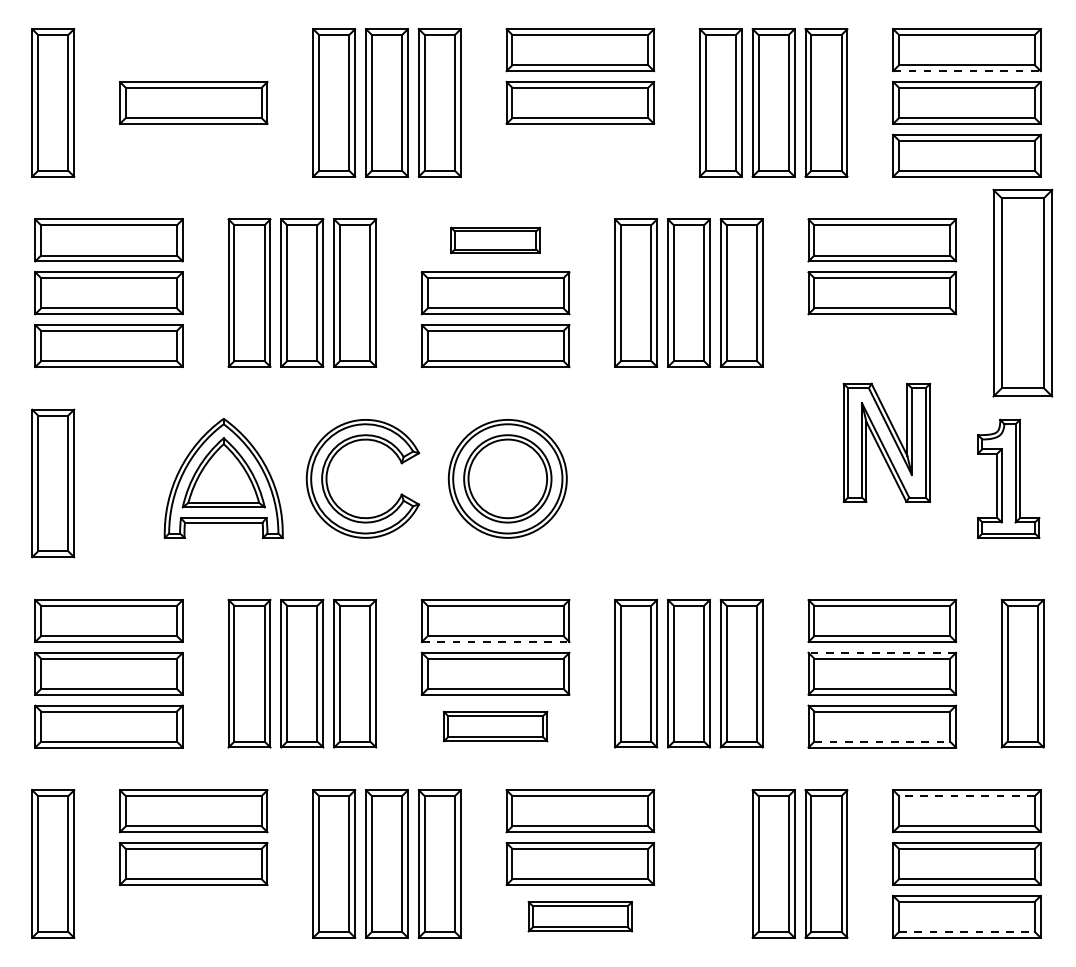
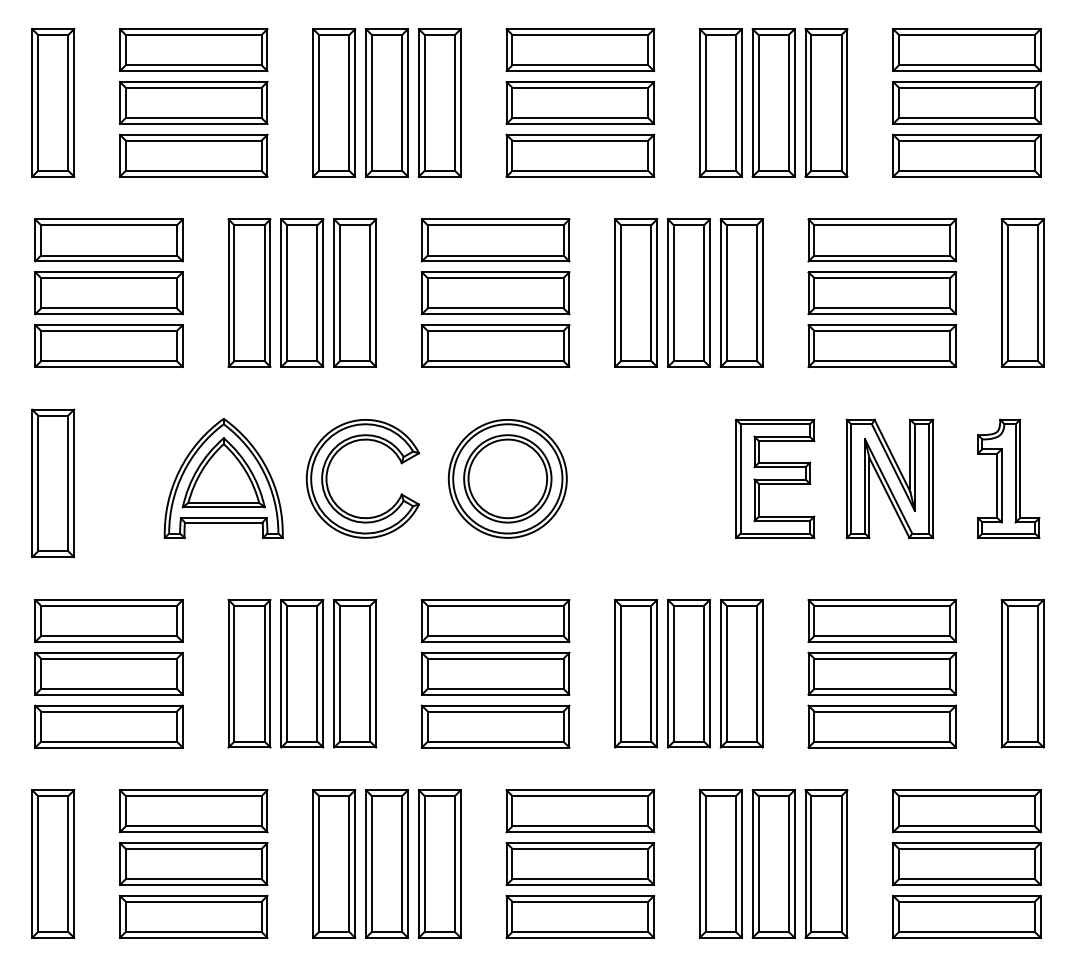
part at (193, 50): none -> present
line at (966, 71): dashed -> solid
part at (193, 155): none -> present
part at (580, 155): none -> present
part at (495, 240) size: 91x29 px -> 151x45 px
part at (1022, 292) size: 62x210 px -> 45x150 px
part at (882, 346): none -> present
part at (886, 442) position: (886, 442) -> (889, 478)
part at (775, 478): none -> present
line at (495, 641): dashed -> solid
line at (882, 652): dashed -> solid
part at (495, 726) size: 106x33 px -> 151x45 px
line at (882, 741): dashed -> solid
line at (966, 796): dashed -> solid
part at (720, 863): none -> present
part at (193, 916): none -> present
part at (580, 916) size: 107x32 px -> 151x45 px
line at (966, 931): dashed -> solid
